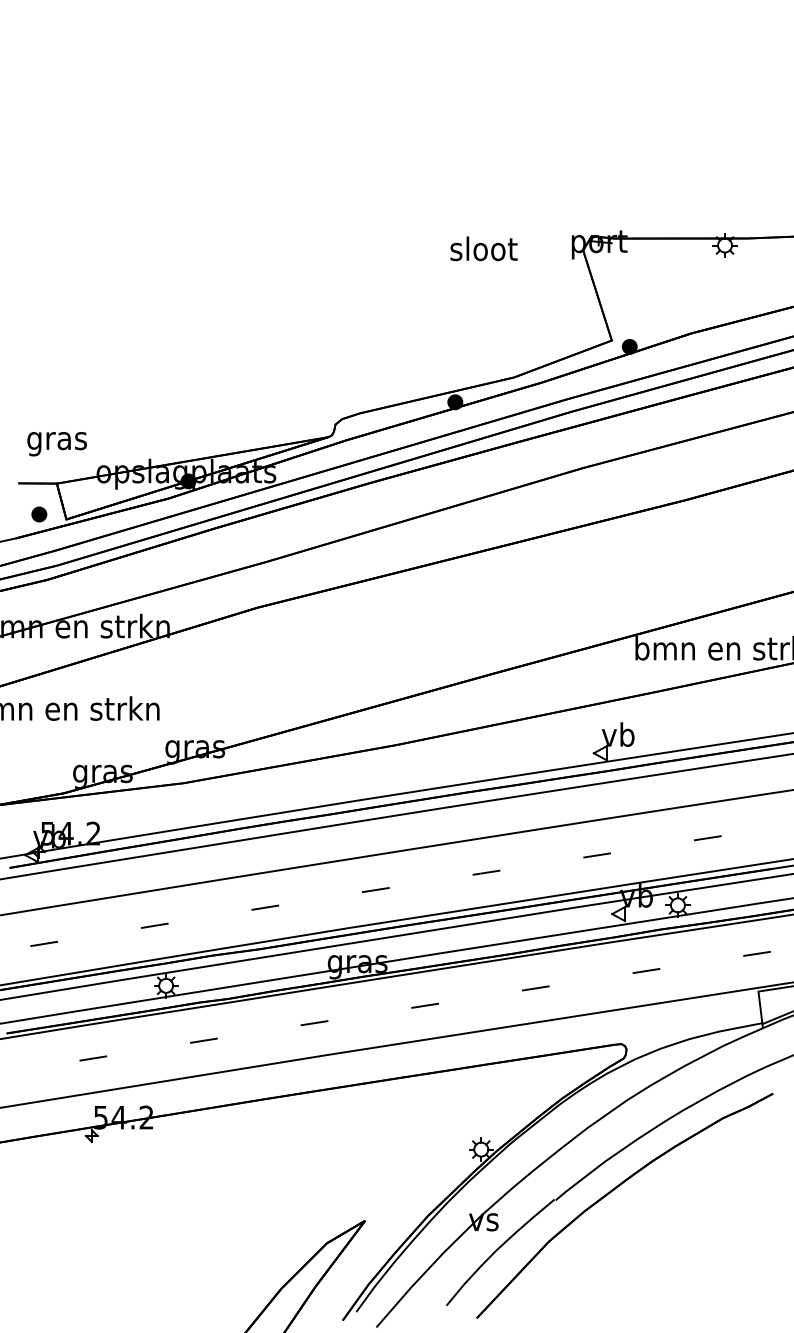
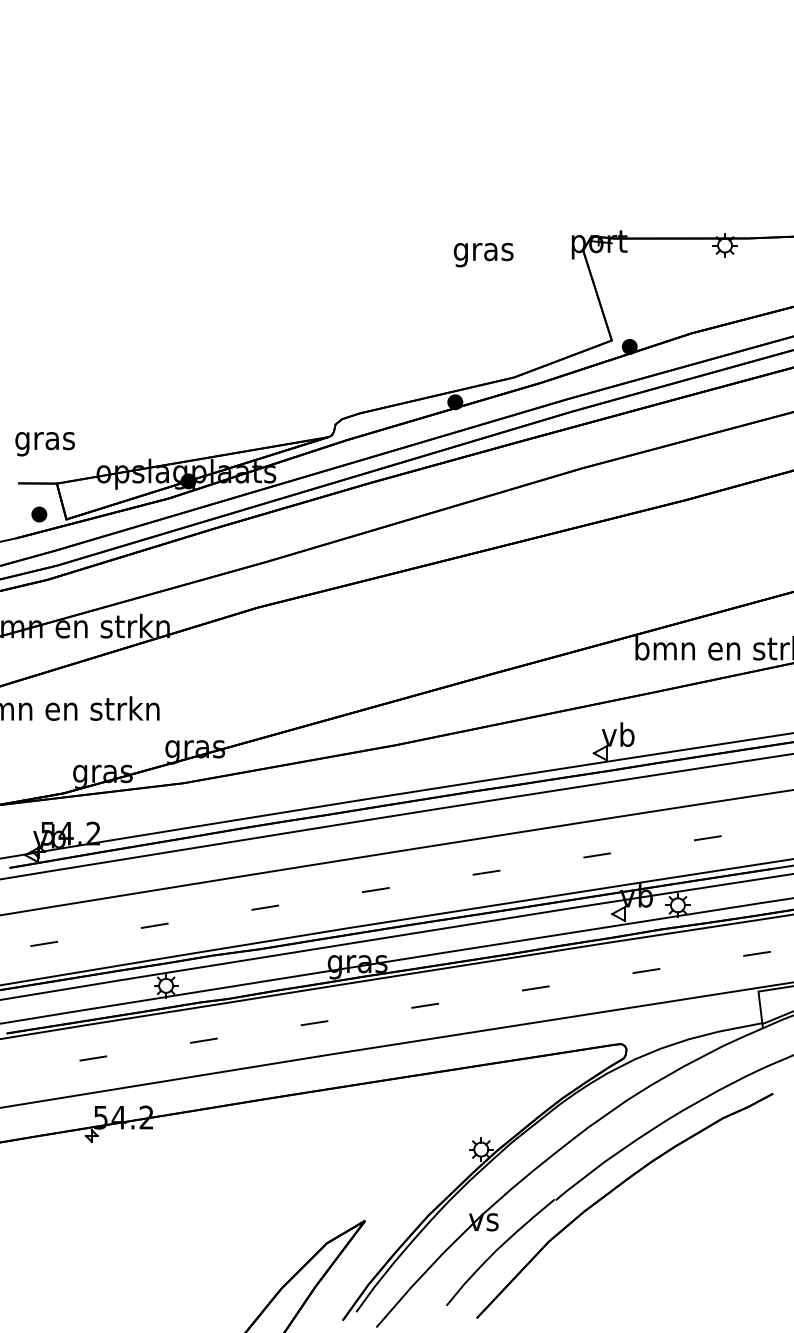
text at (483, 251): sloot -> gras
text at (56, 444) position: (56, 444) -> (44, 444)
